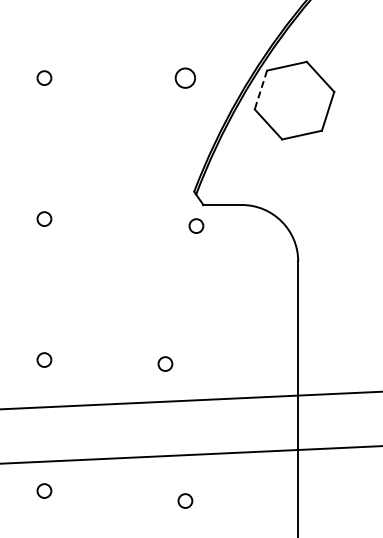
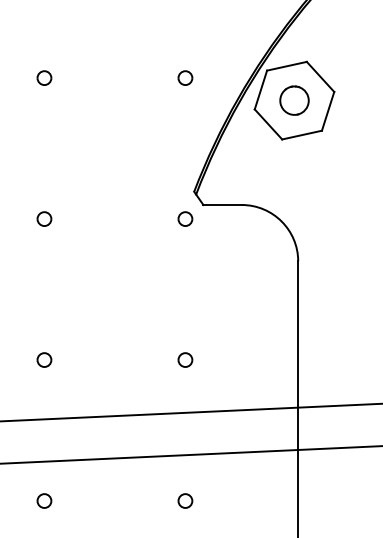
part at (184, 77) size: 22x22 px -> 17x16 px
line at (260, 90): dashed -> solid
part at (294, 100): none -> present
part at (196, 225) position: (196, 225) -> (185, 218)
part at (165, 363) position: (165, 363) -> (185, 359)
line at (190, 400) position: (190, 400) -> (190, 412)
part at (44, 490) position: (44, 490) -> (44, 500)
